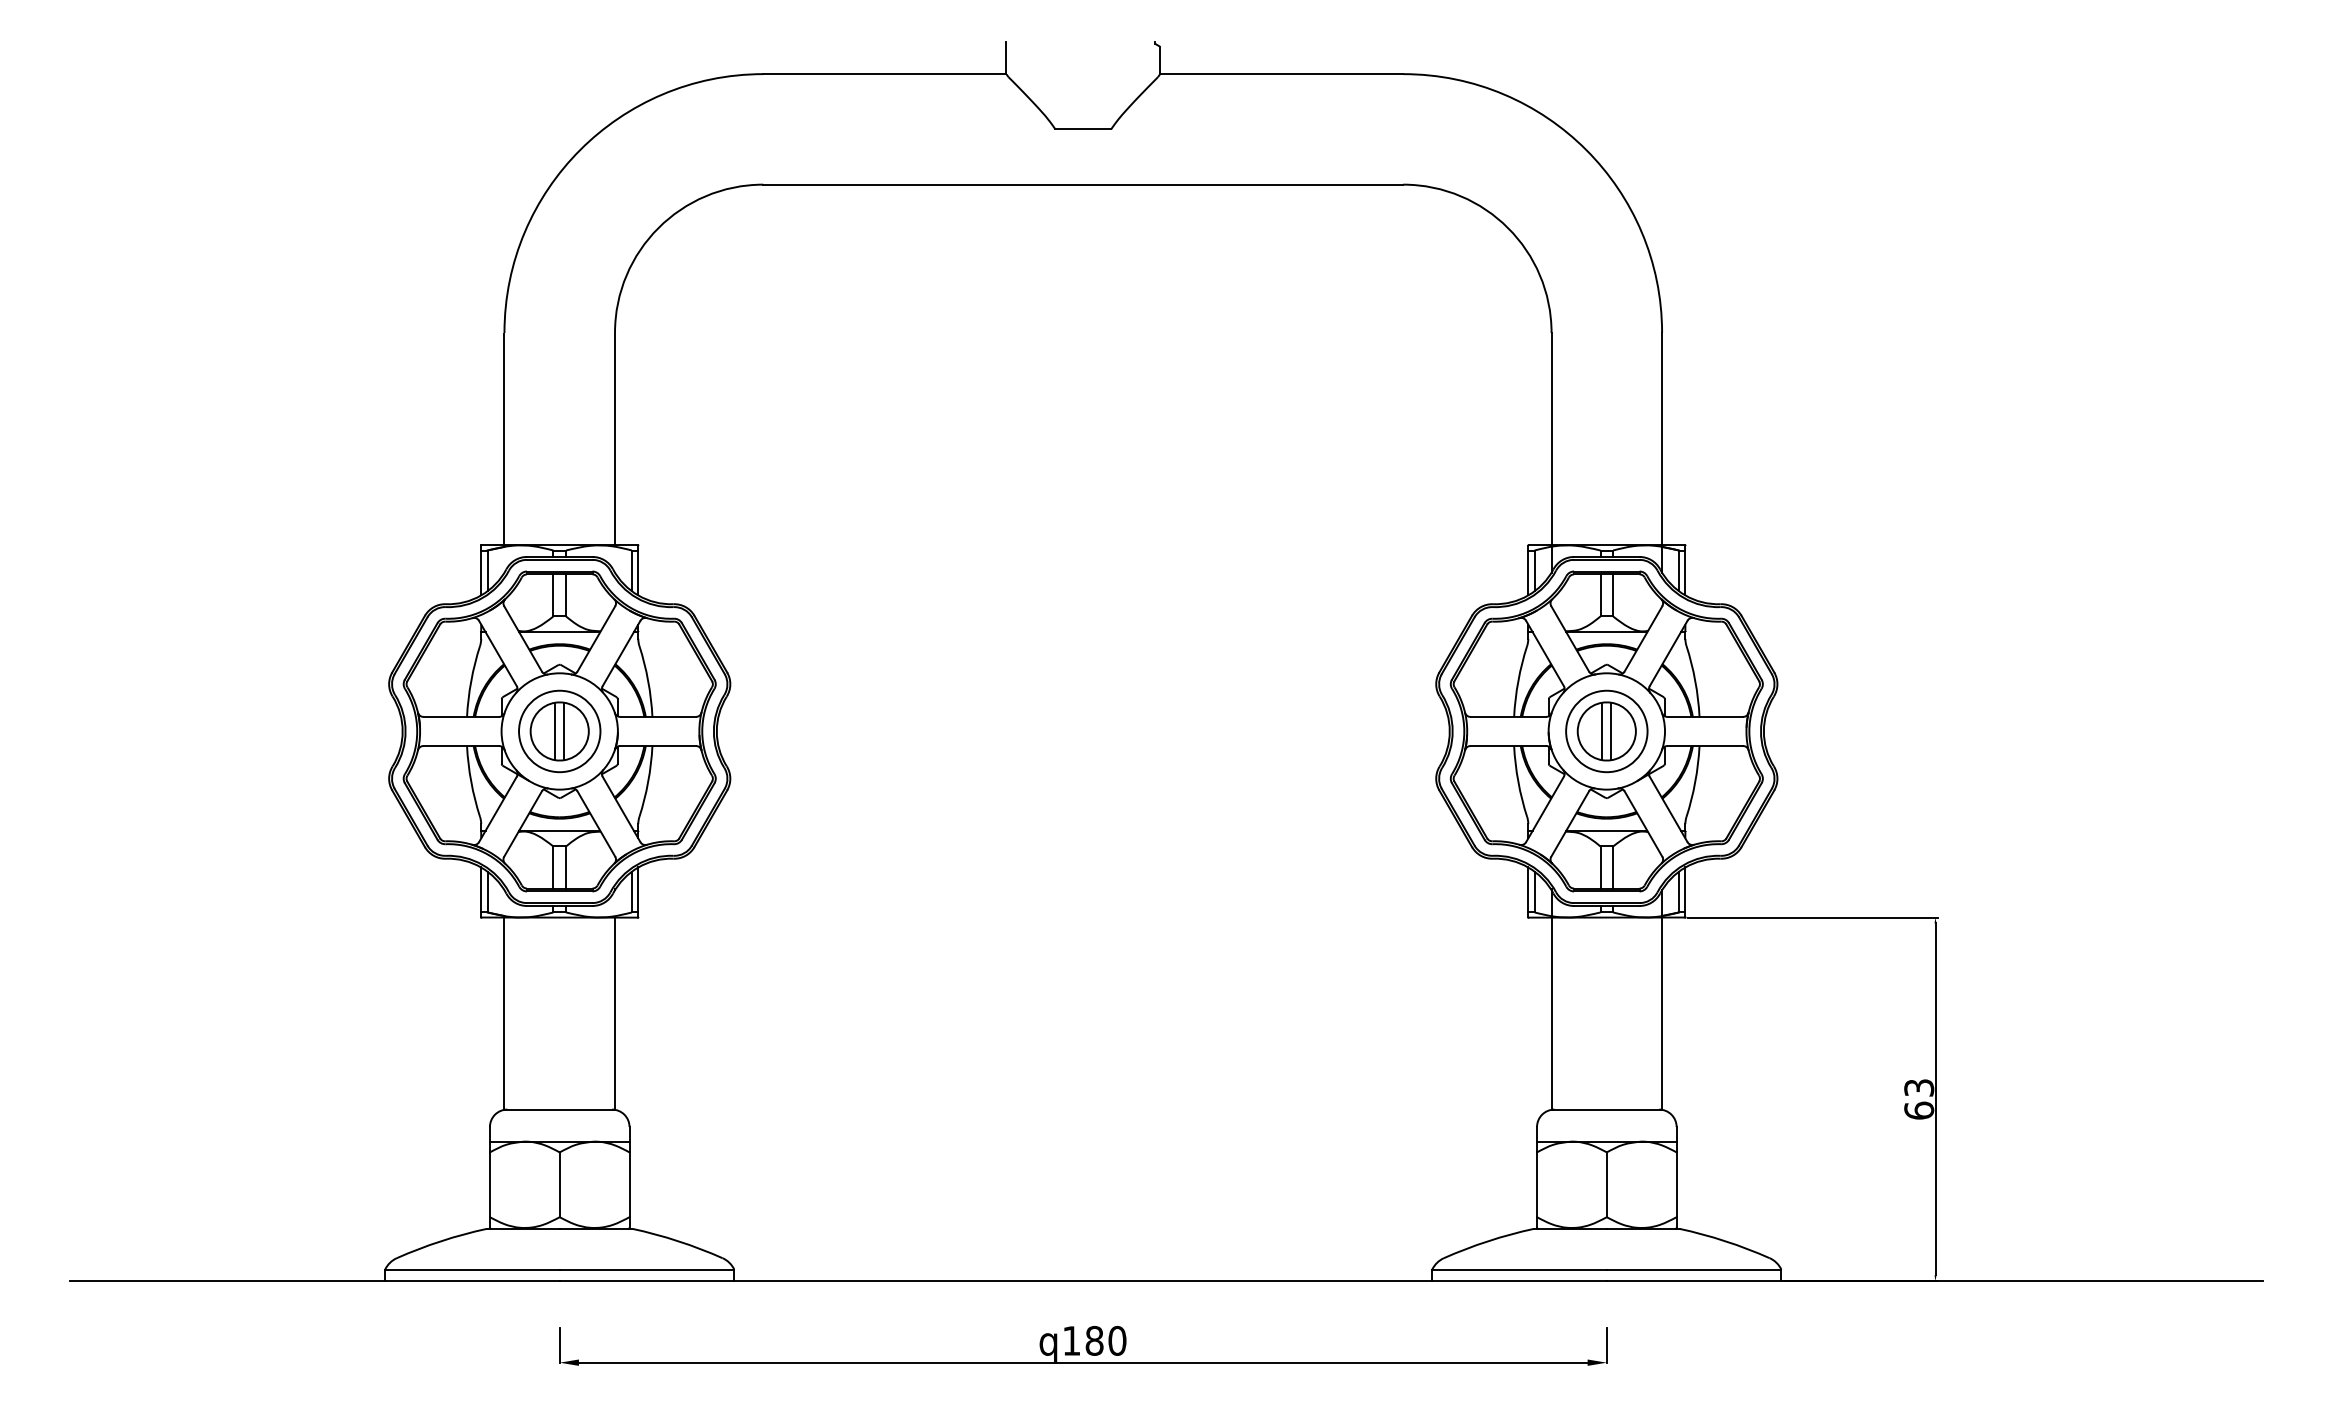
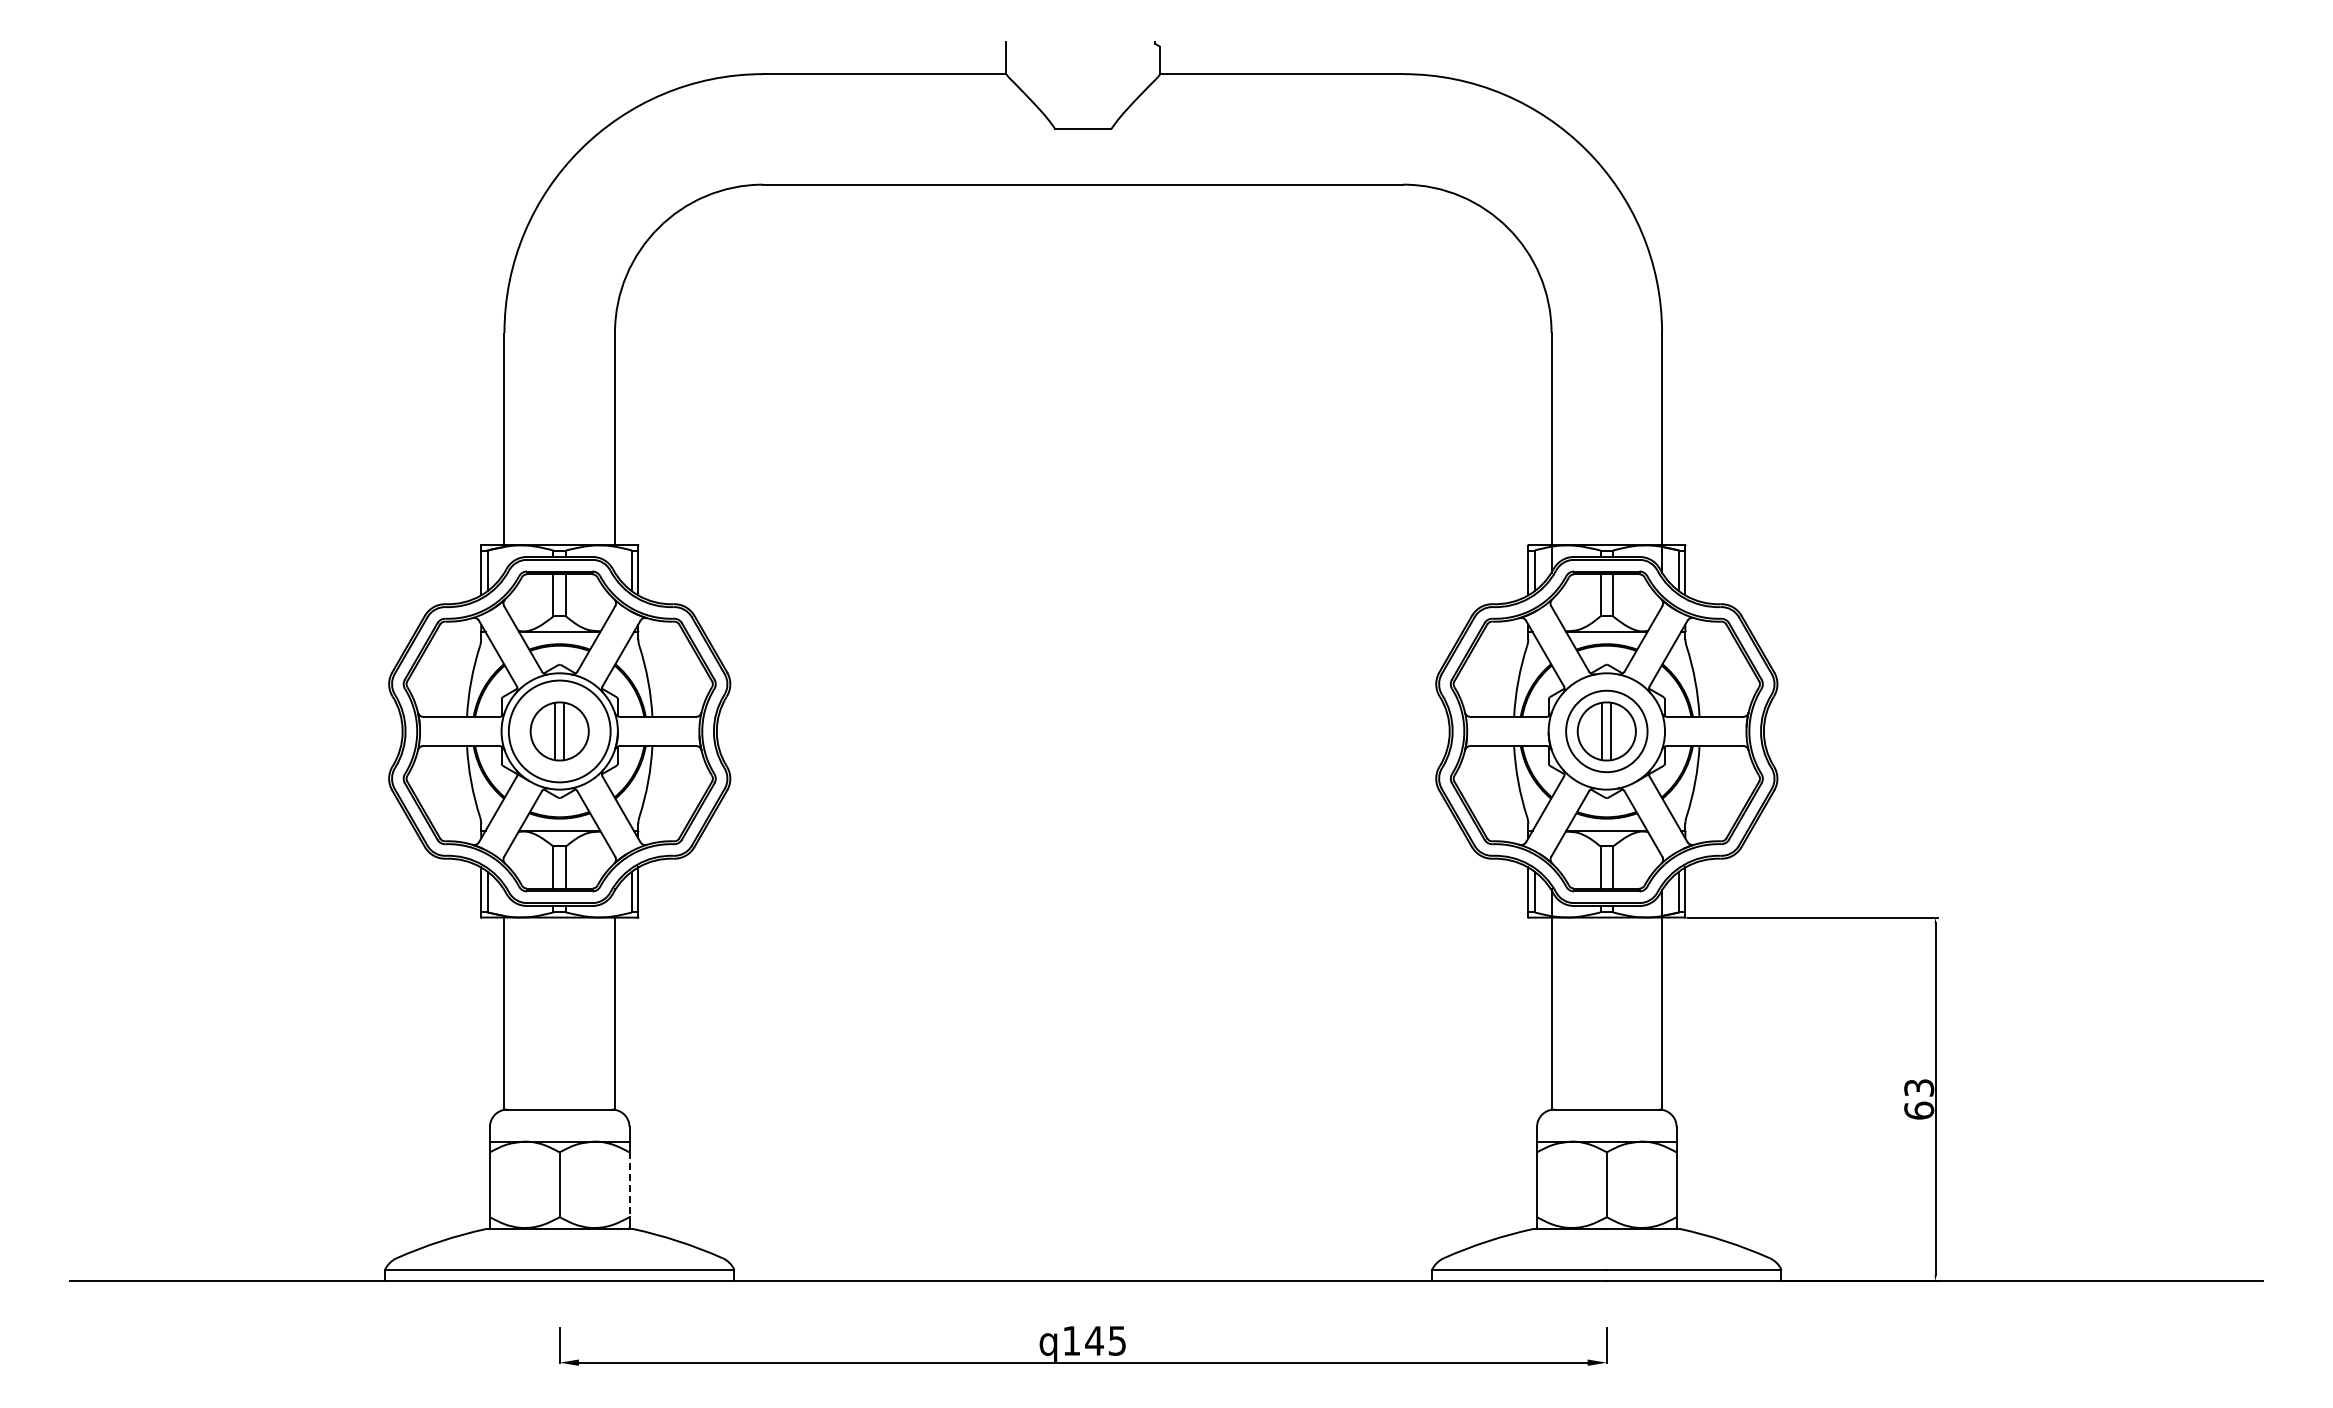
circle at (559, 731) diameter: 81 px -> 102 px
line at (629, 1185): solid -> dashed
text at (1105, 1340): q180 -> q145
